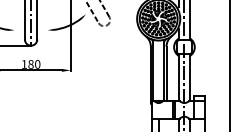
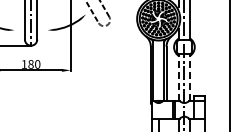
line at (178, 77): solid -> dashed
line at (189, 77): solid -> dashed
